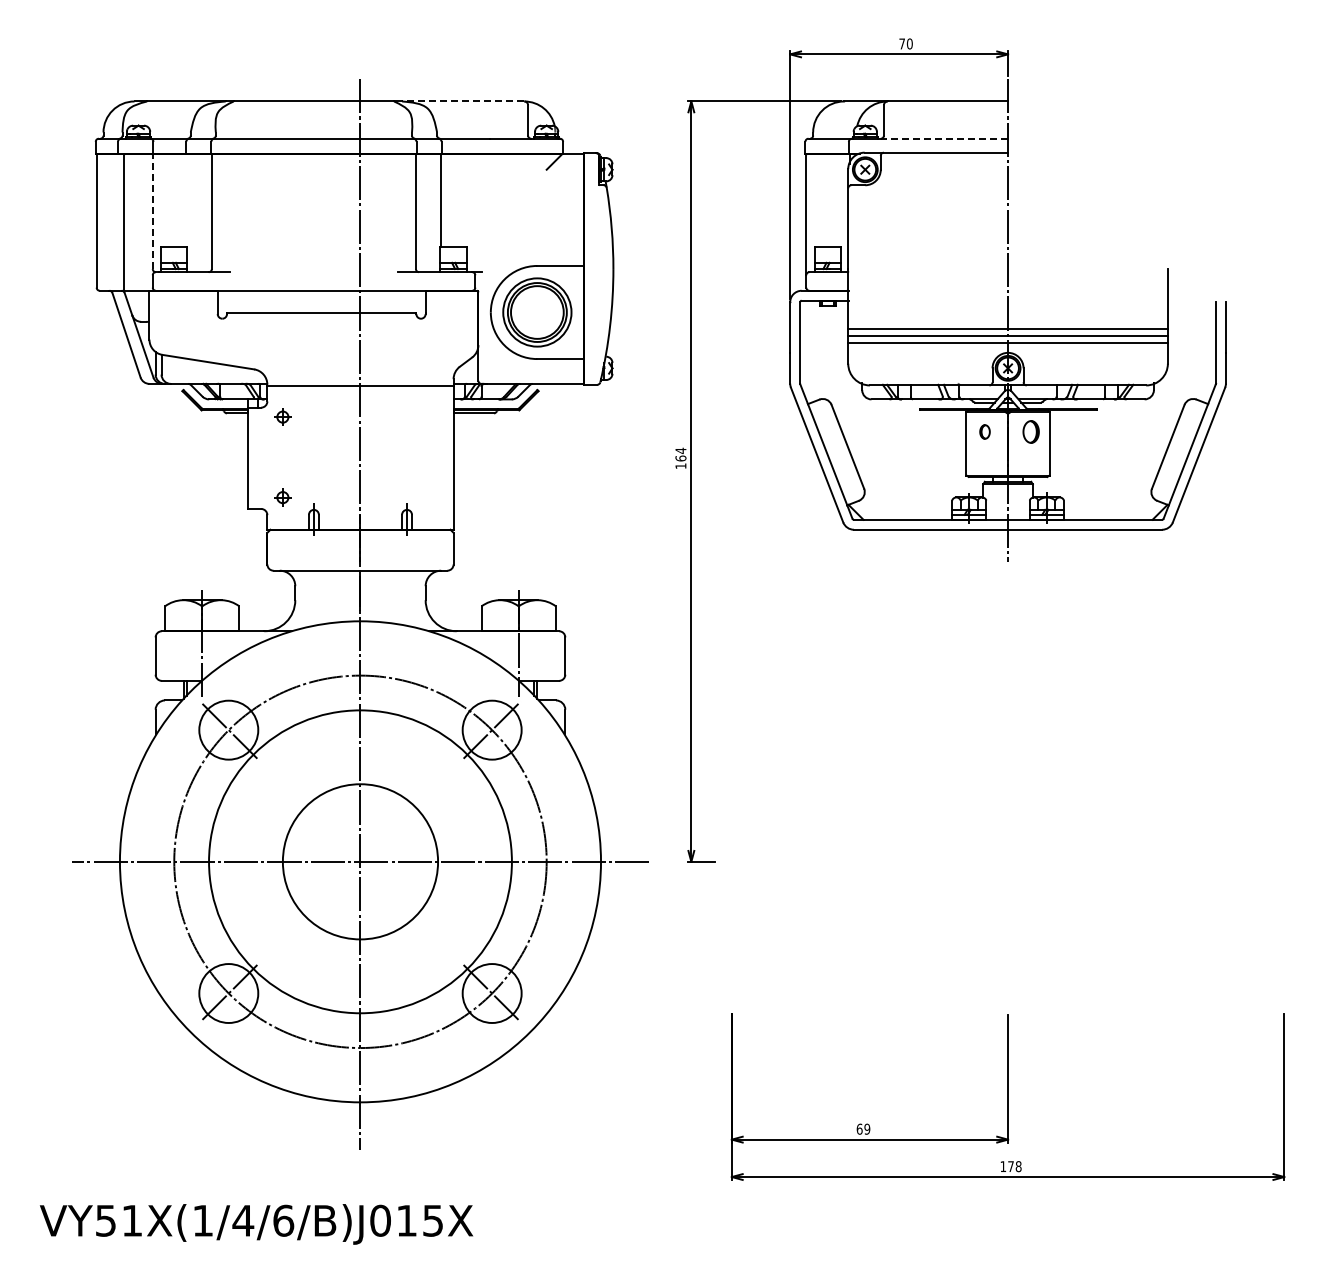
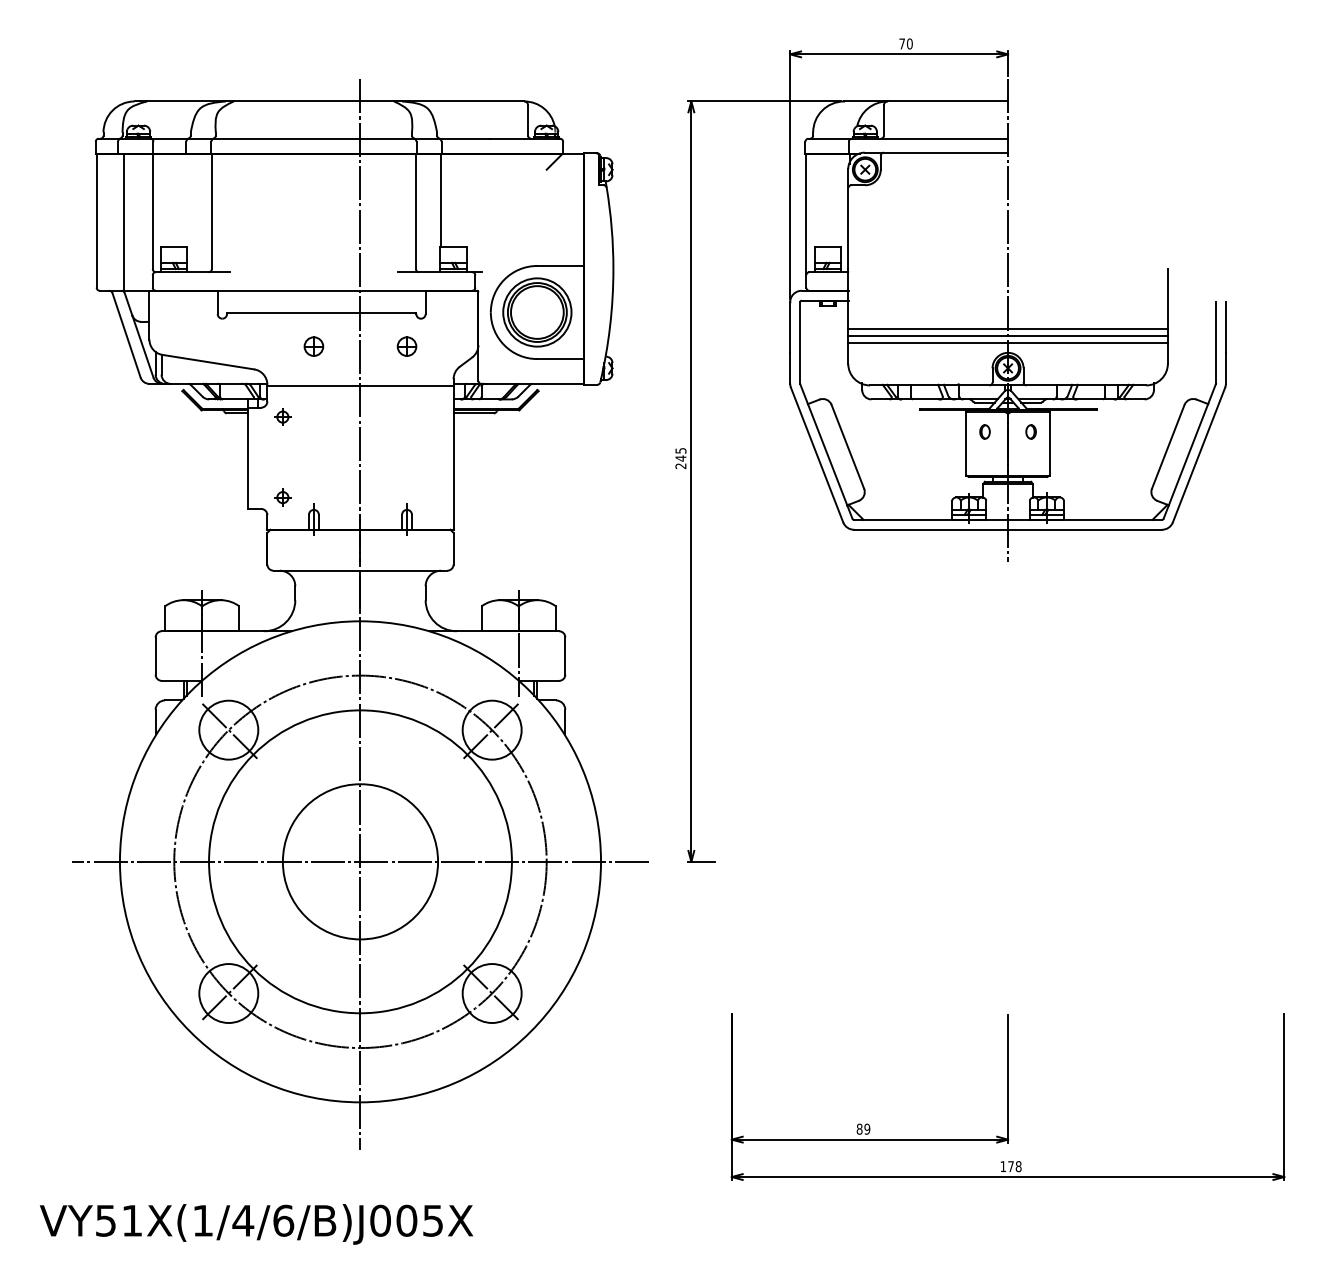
line at (462, 101): dashed -> solid
line at (944, 138): dashed -> solid
line at (152, 211): dashed -> solid
part at (313, 346): none -> present
part at (406, 346): none -> present
part at (1030, 431) size: 18x24 px -> 12x16 px
text at (680, 458): 164 -> 245
text at (859, 1128): 69 -> 89
text at (406, 1220): VY51X(1/4/6/B)J015X -> VY51X(1/4/6/B)J005X
